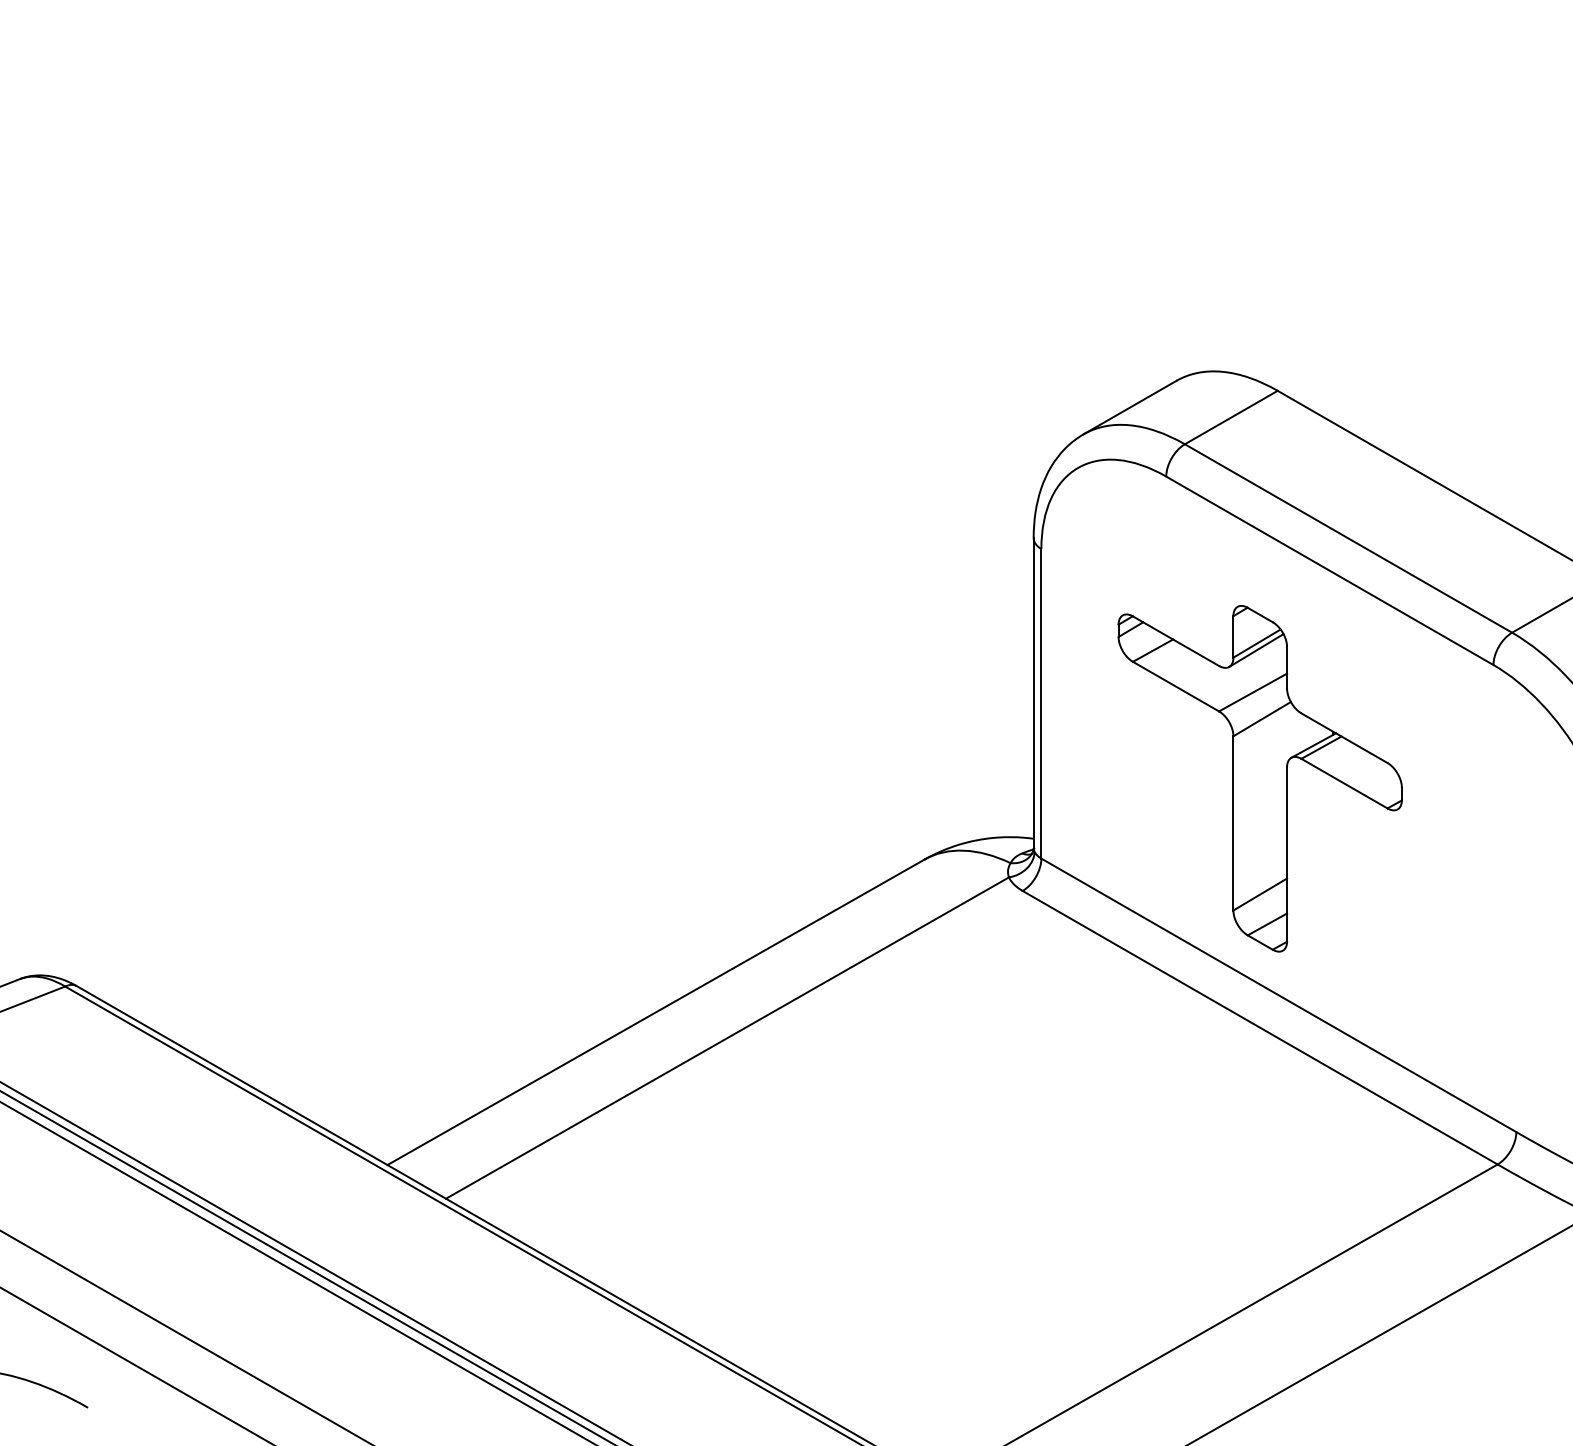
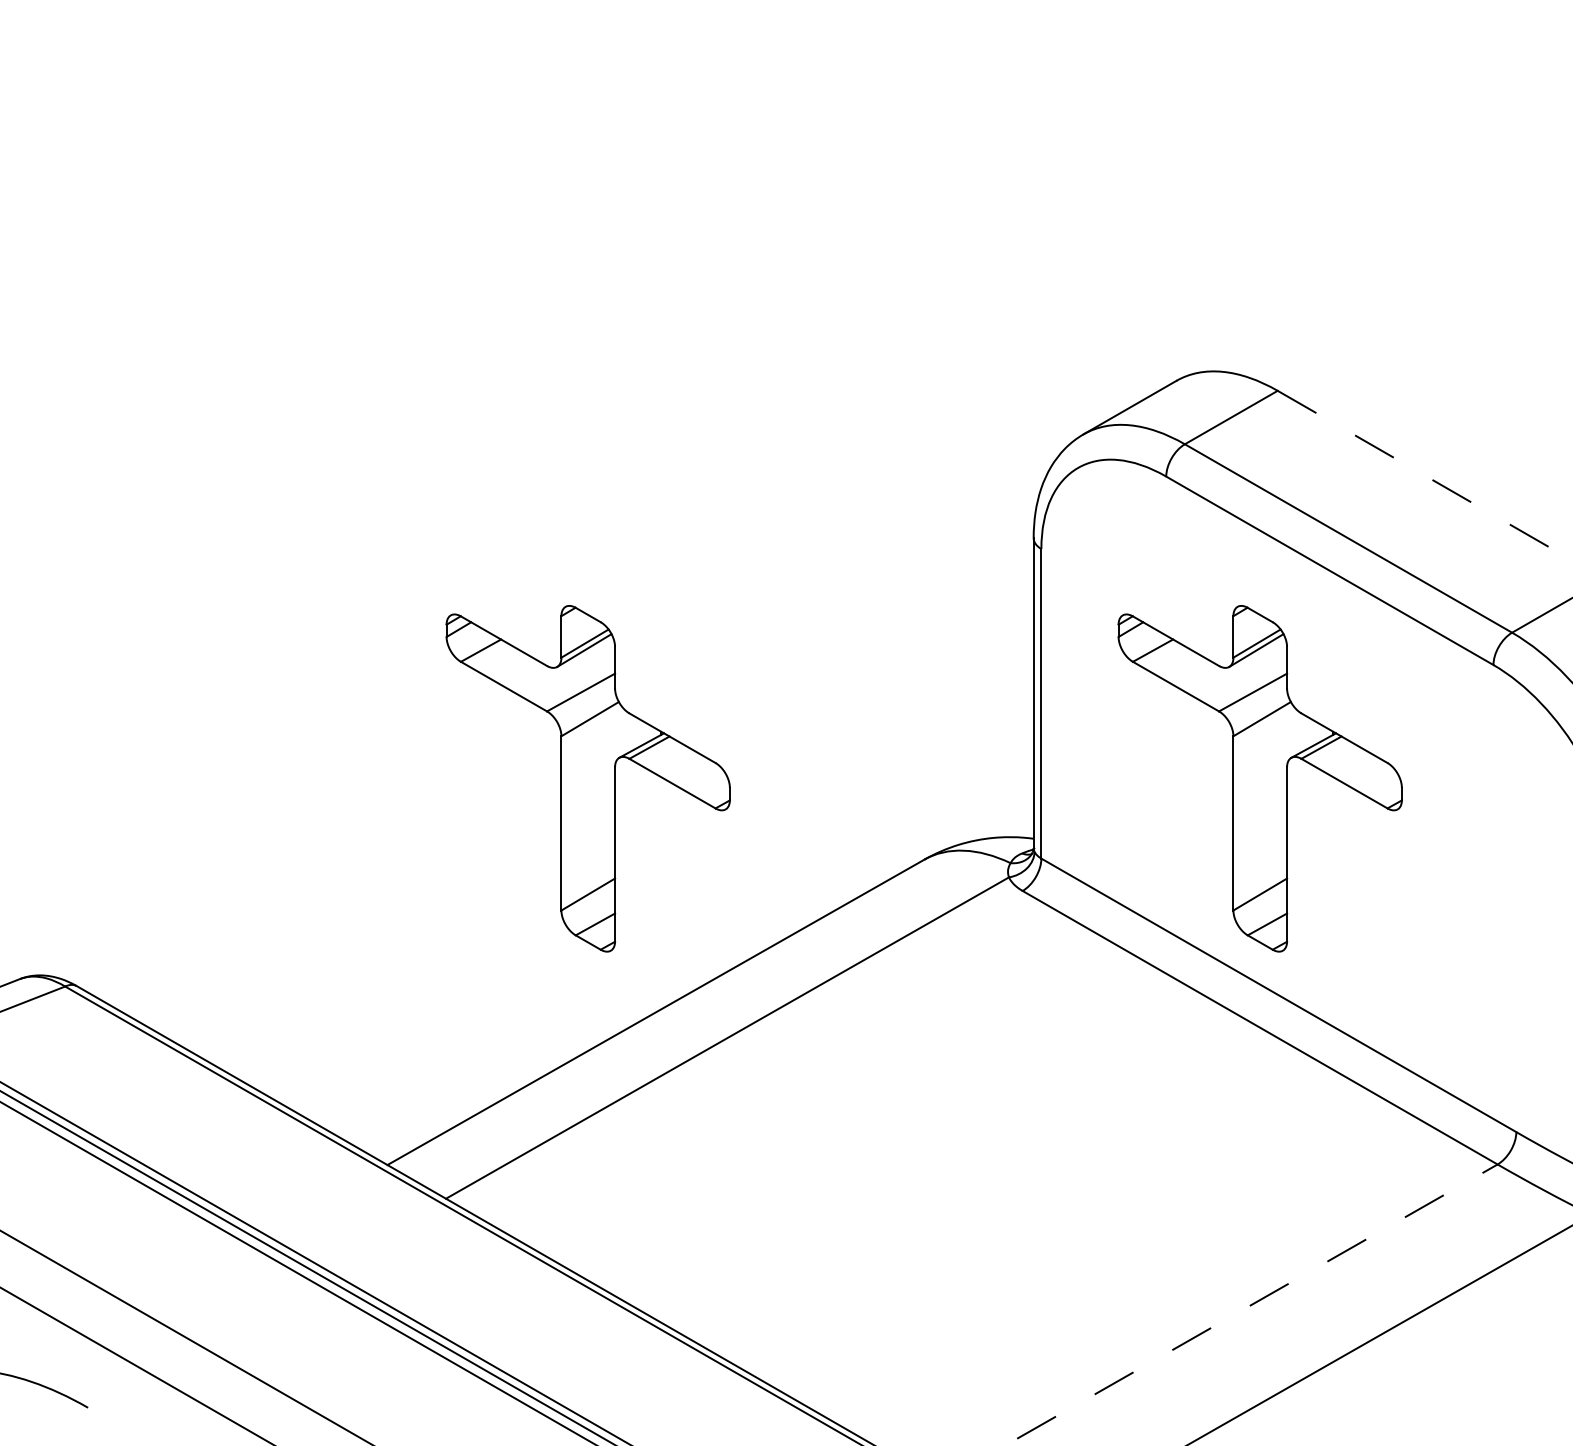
line at (1425, 476): solid -> dashed
part at (587, 778): none -> present
line at (1251, 1305): solid -> dashed
